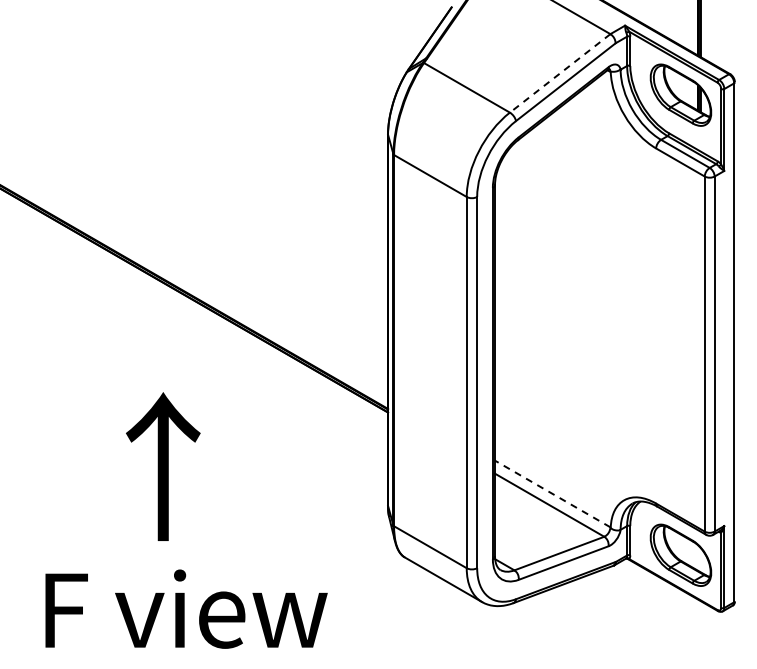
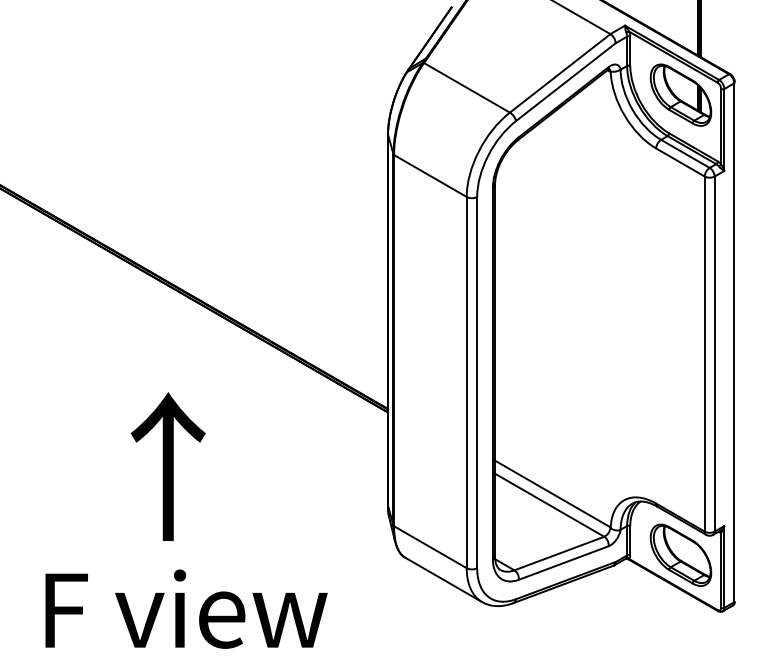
line at (560, 73): dashed -> solid
text at (163, 466) position: (163, 466) -> (168, 466)
line at (552, 493): dashed -> solid
